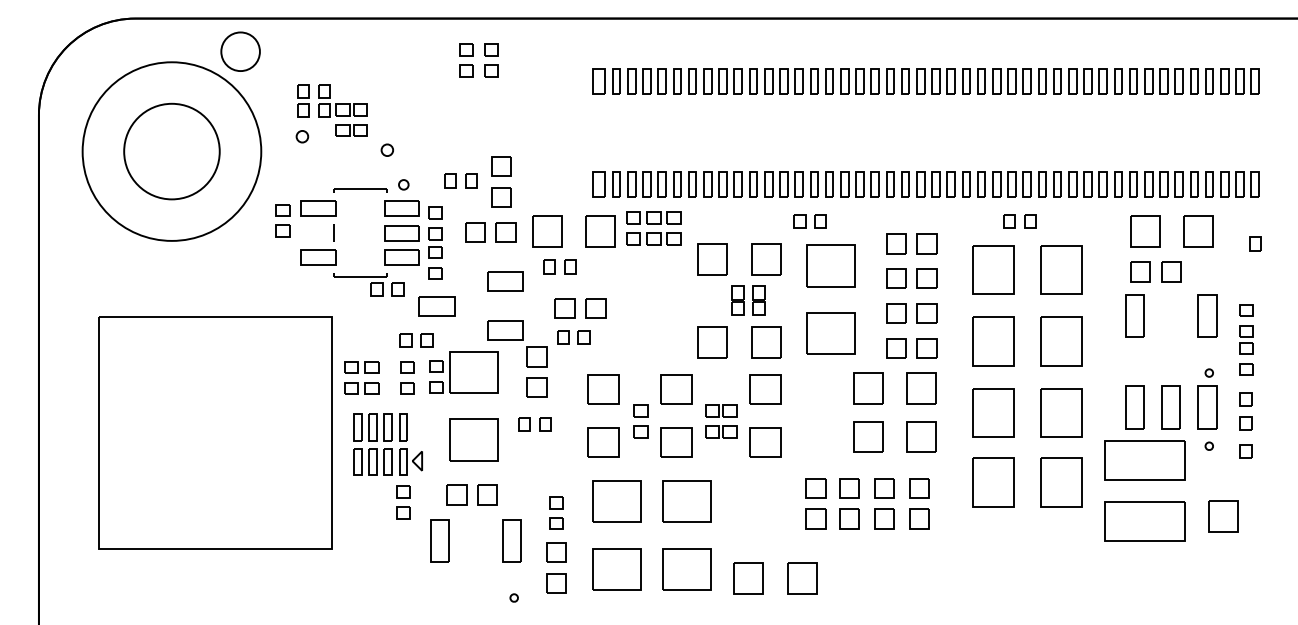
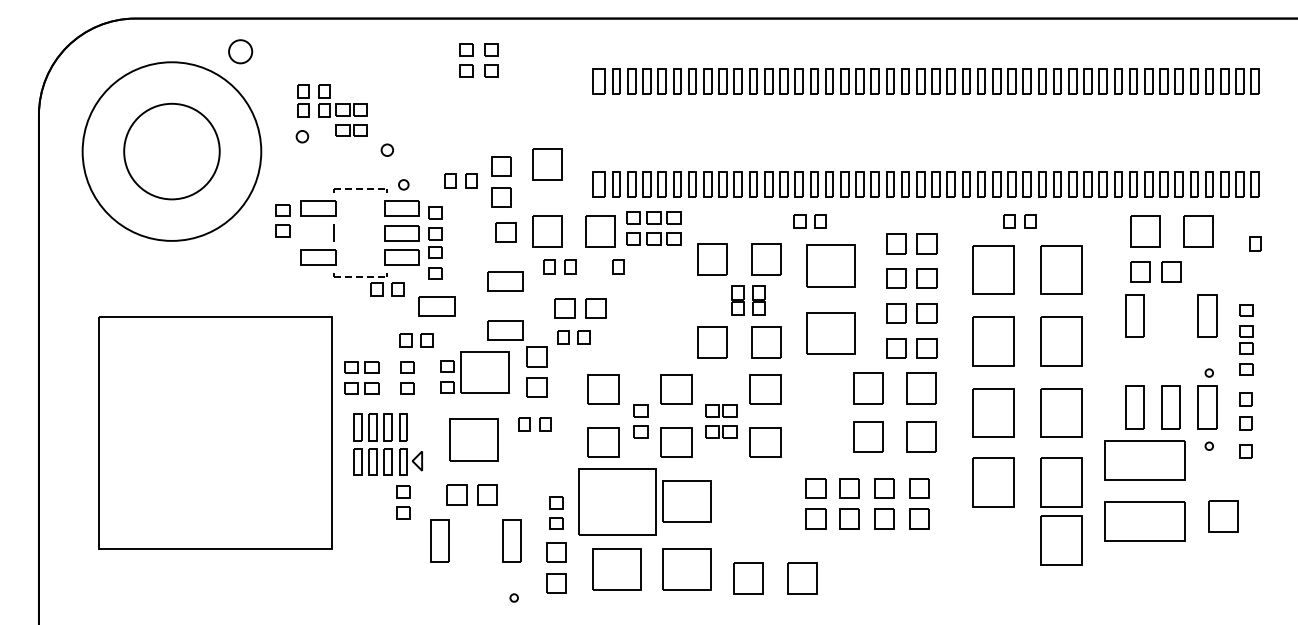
circle at (240, 51) diameter: 39 px -> 23 px
part at (547, 164): none -> present
line at (360, 189): solid -> dashed
part at (475, 232): present -> none
part at (618, 266): none -> present
line at (360, 276): solid -> dashed
part at (463, 372) position: (463, 372) -> (474, 372)
part at (616, 501) size: 50x43 px -> 79x68 px
part at (1061, 540): none -> present
